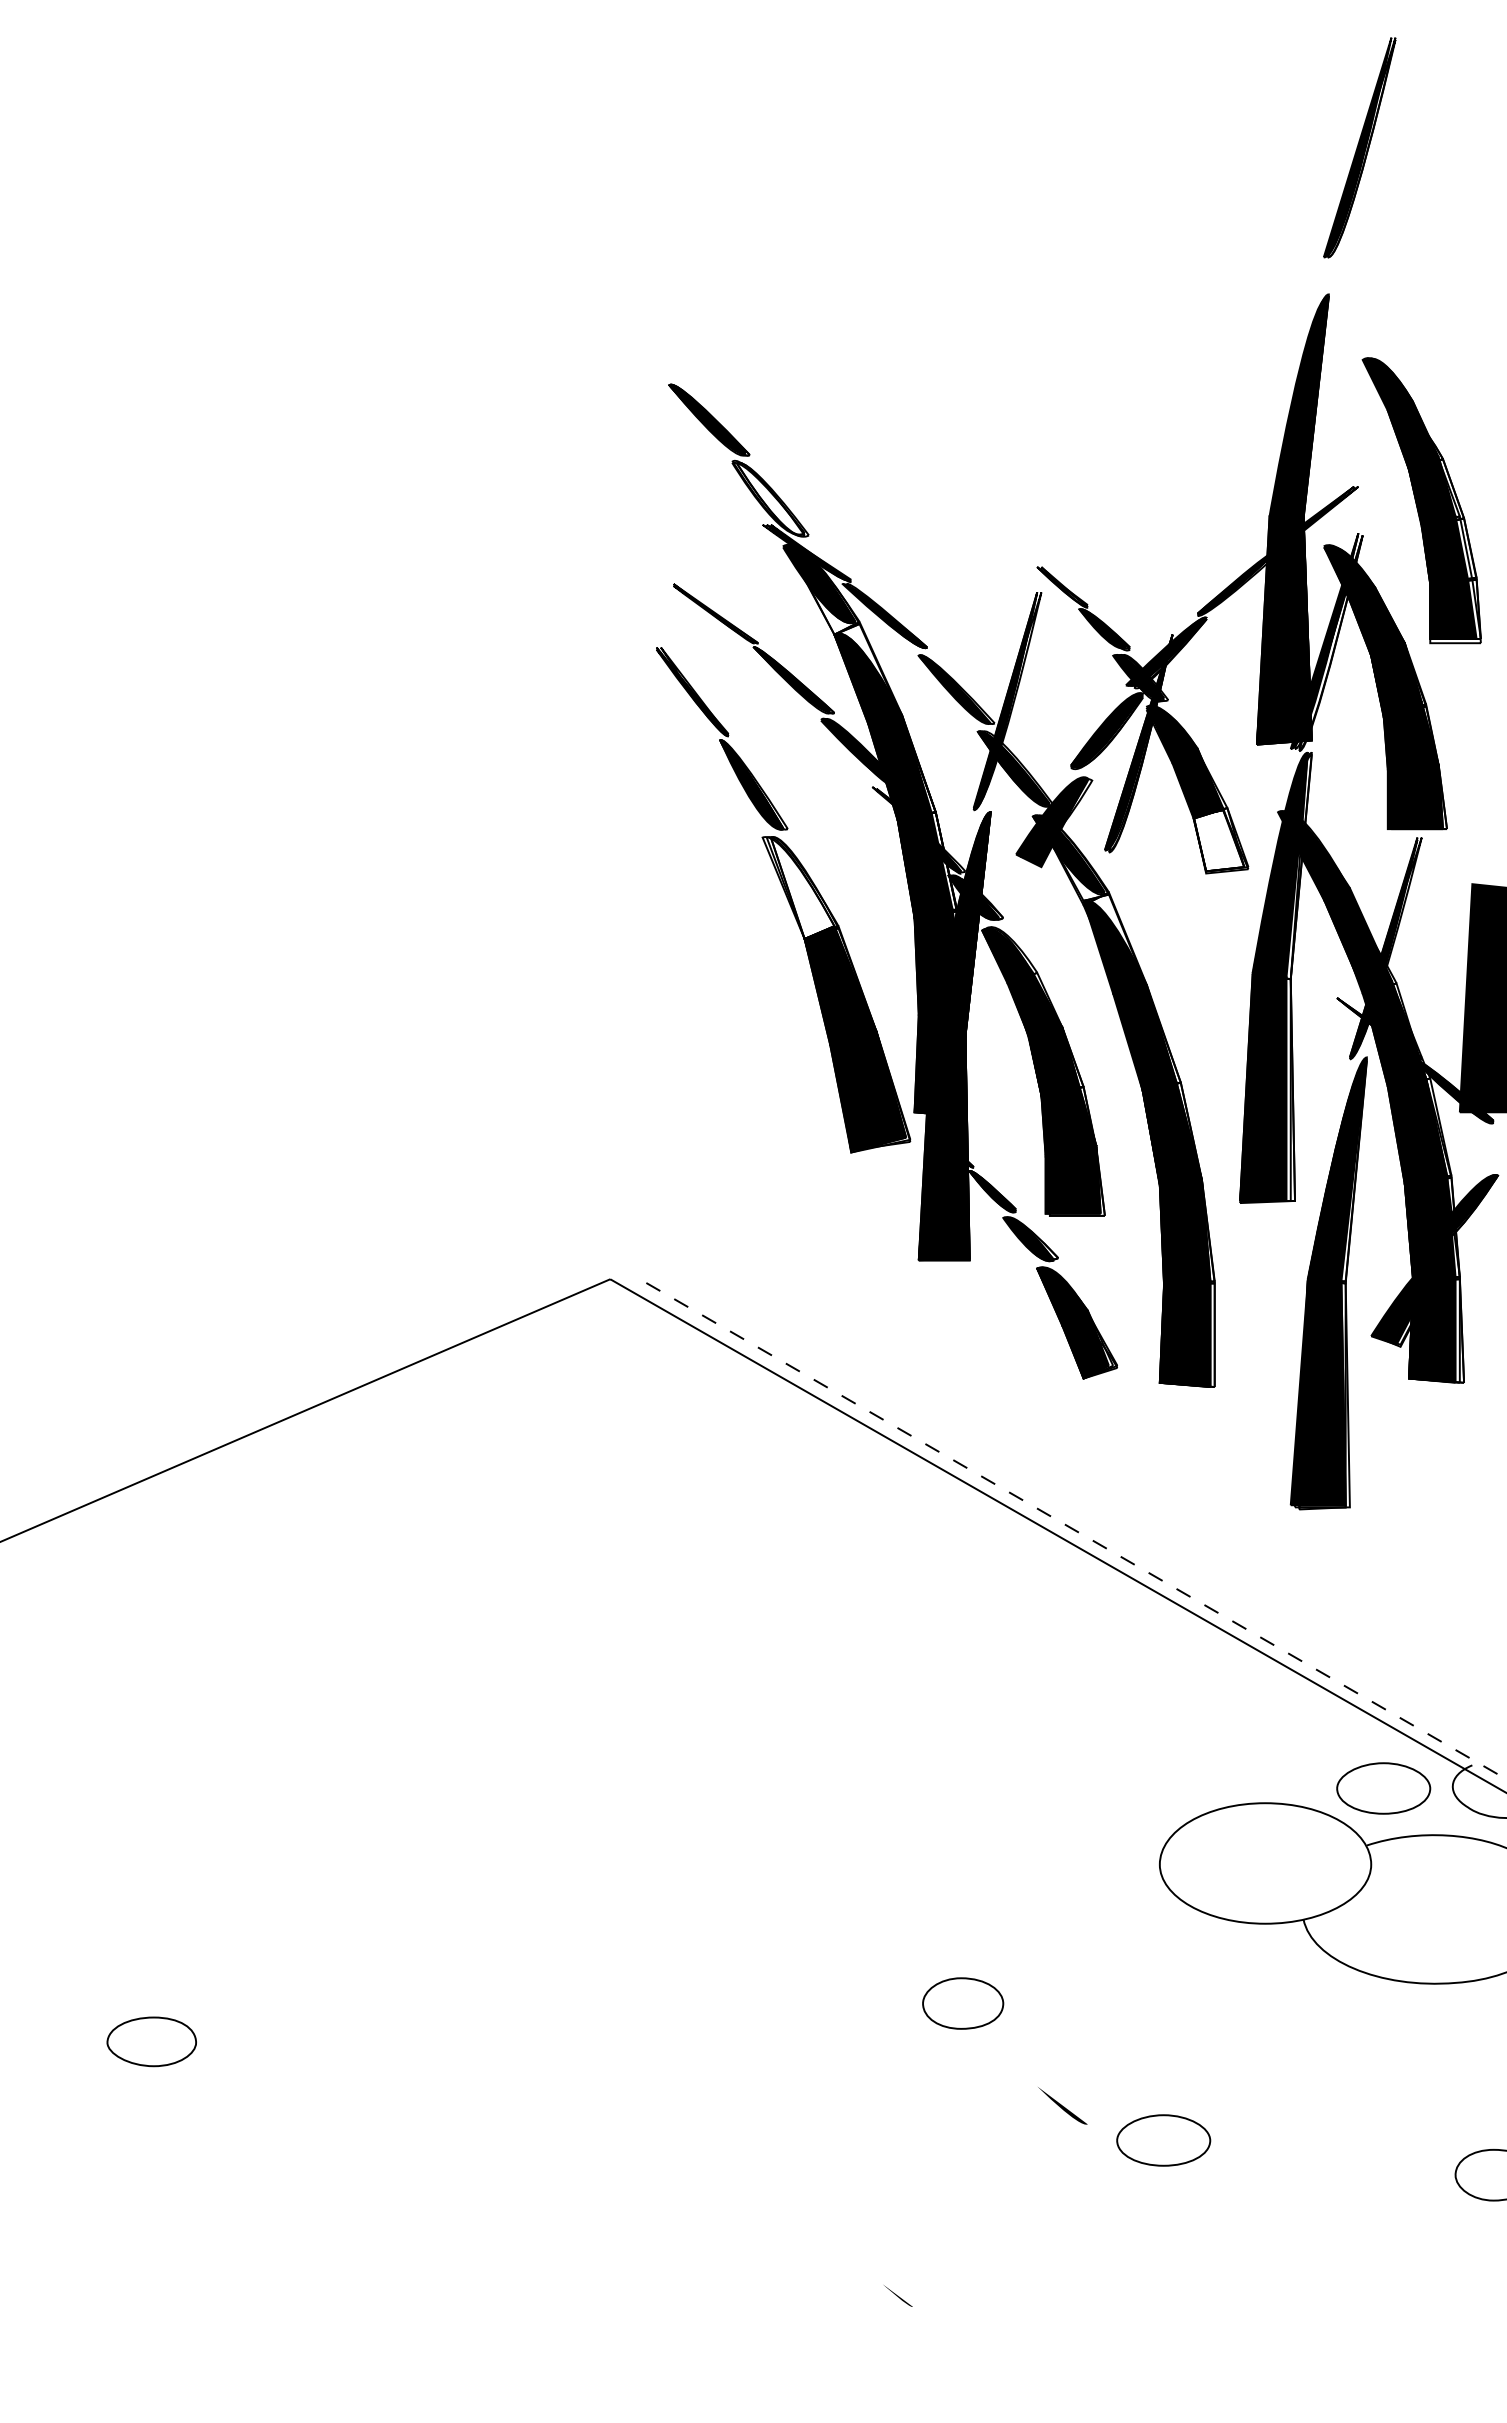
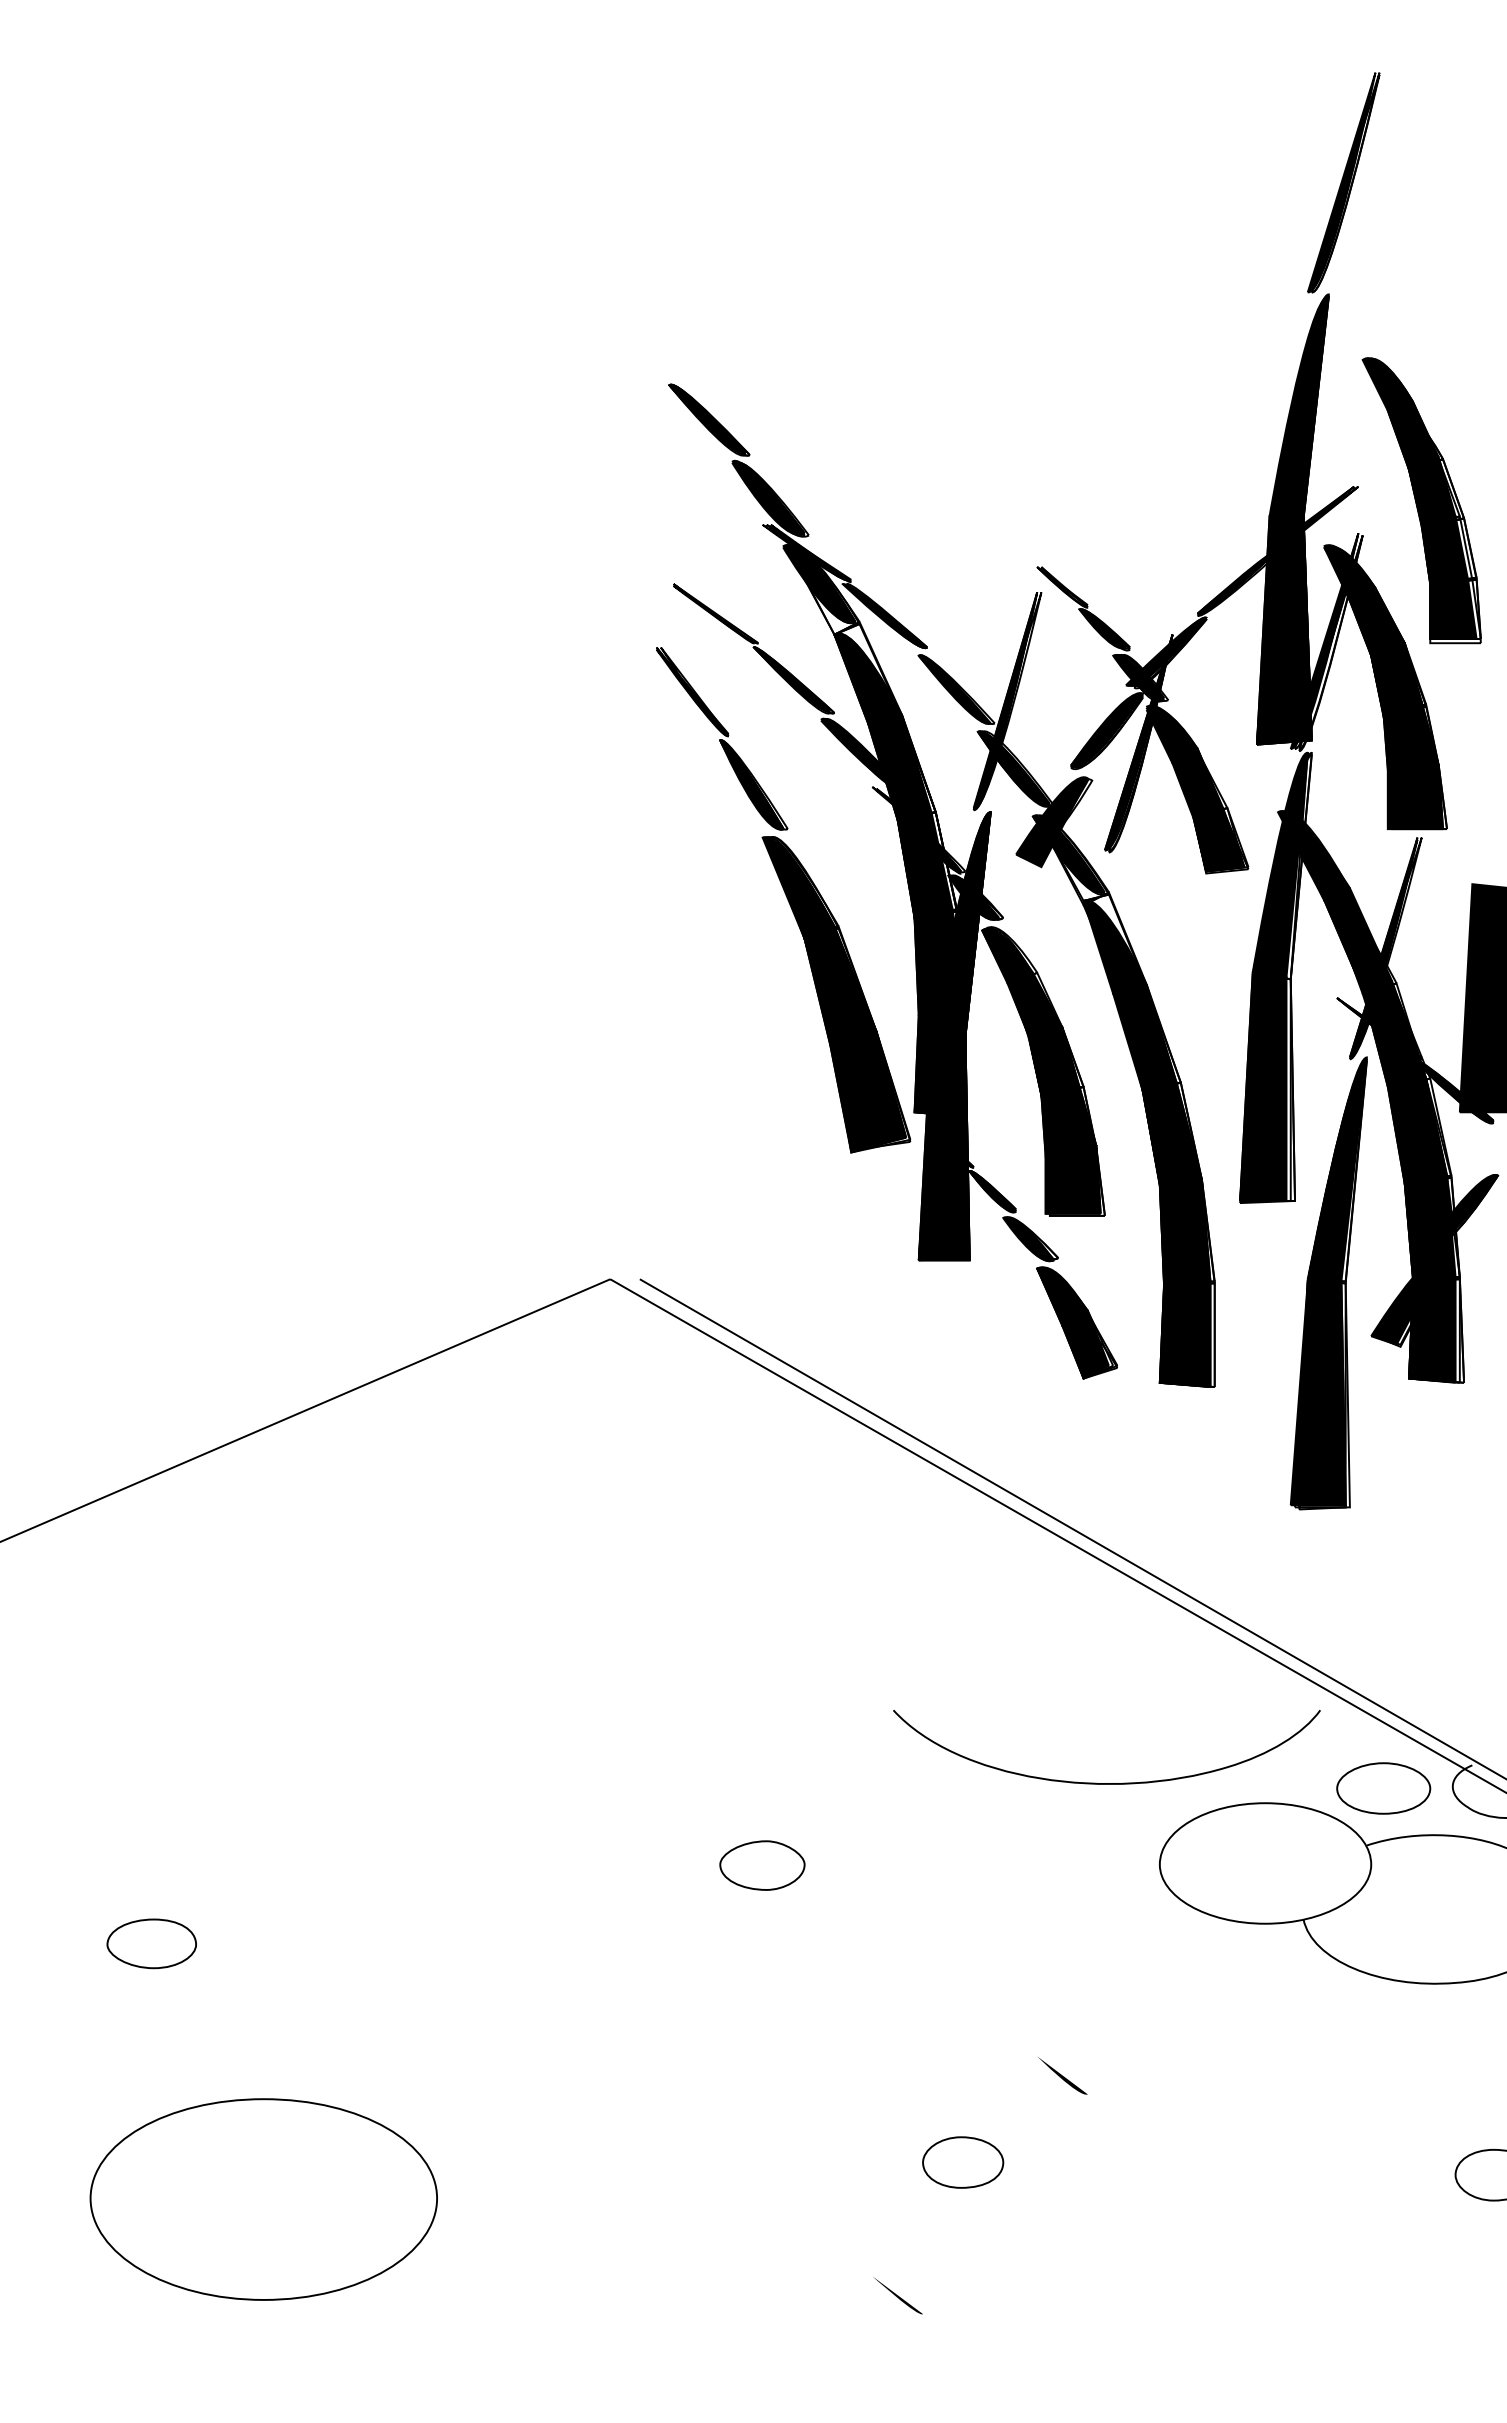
part at (1359, 147) position: (1359, 147) -> (1343, 182)
fill at (768, 497): none -> present
fill at (1218, 839): none -> present
fill at (798, 888): none -> present
line at (1072, 1529): dashed -> solid
curve at (1106, 1783): none -> present
part at (762, 1865): none -> present
part at (963, 2003) position: (963, 2003) -> (963, 2162)
part at (151, 2041) position: (151, 2041) -> (151, 1943)
part at (1062, 2105) position: (1062, 2105) -> (1062, 2075)
part at (1163, 2140): present -> none
part at (263, 2199): none -> present
part at (898, 2295) size: 29x22 px -> 50x38 px
